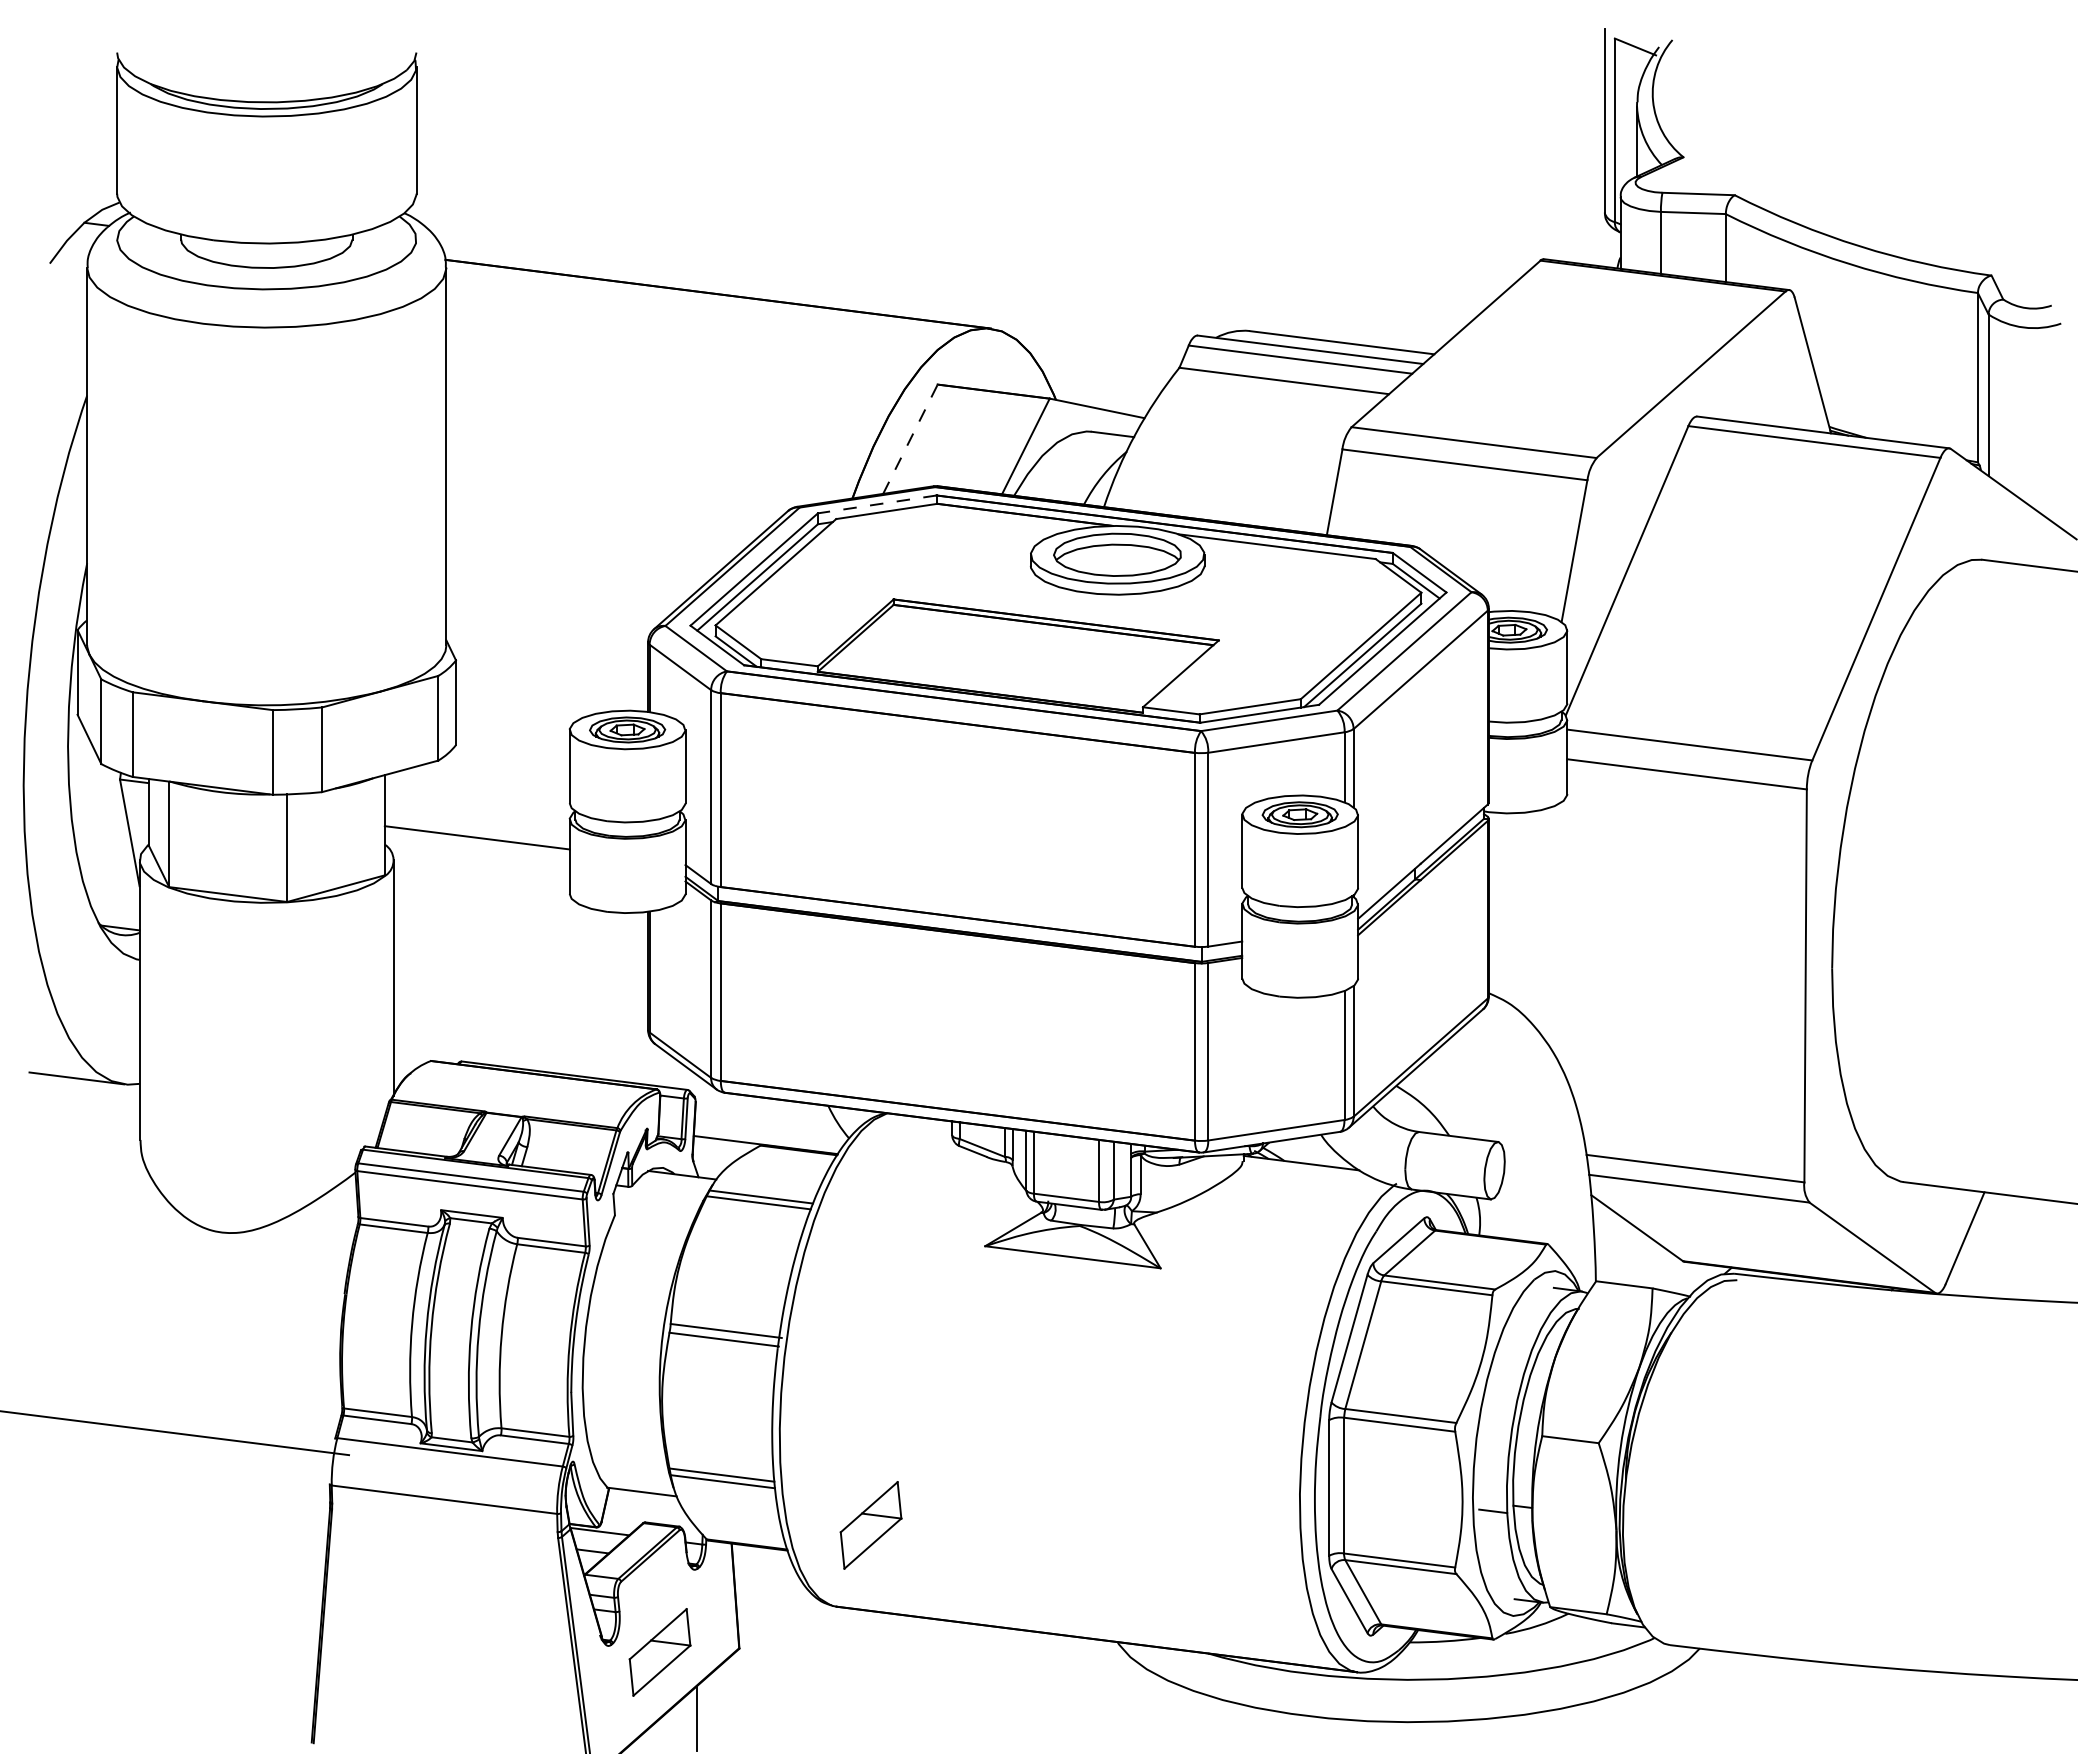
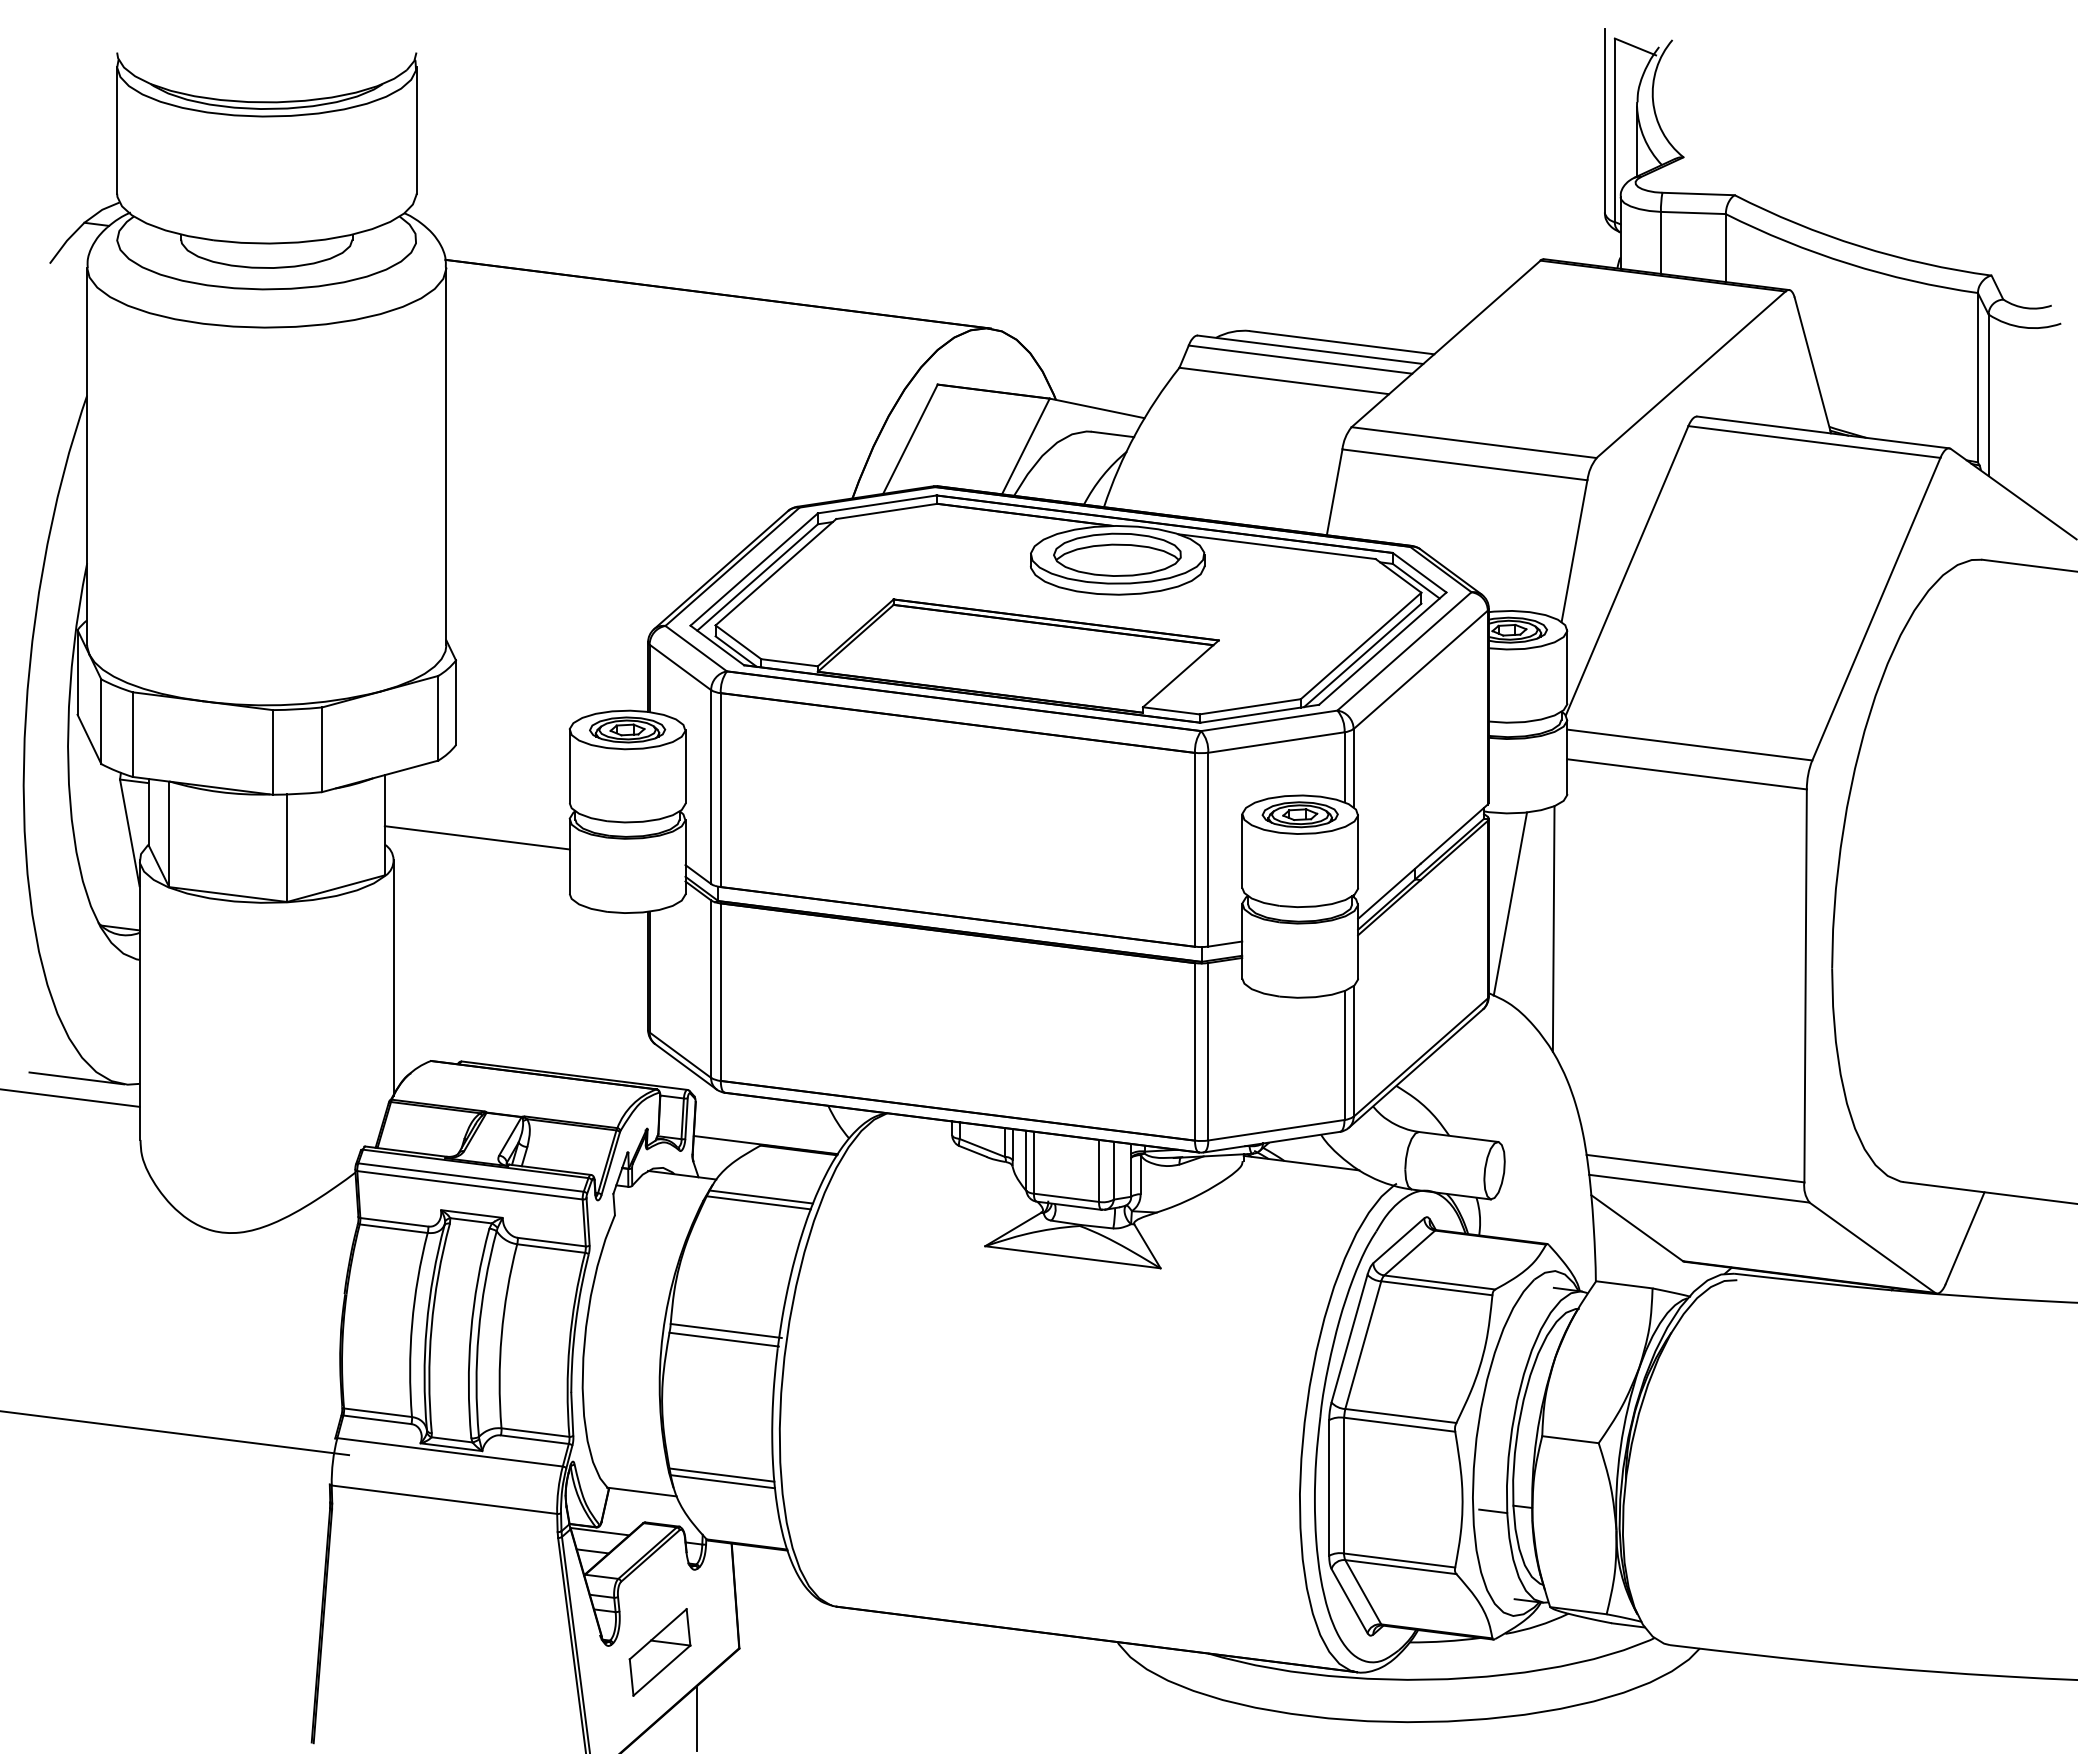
line at (910, 438): dashed -> solid
line at (876, 504): dashed -> solid
line at (1510, 903): none -> present
line at (1553, 928): none -> present
line at (70, 1097): none -> present
part at (870, 1525): present -> none
